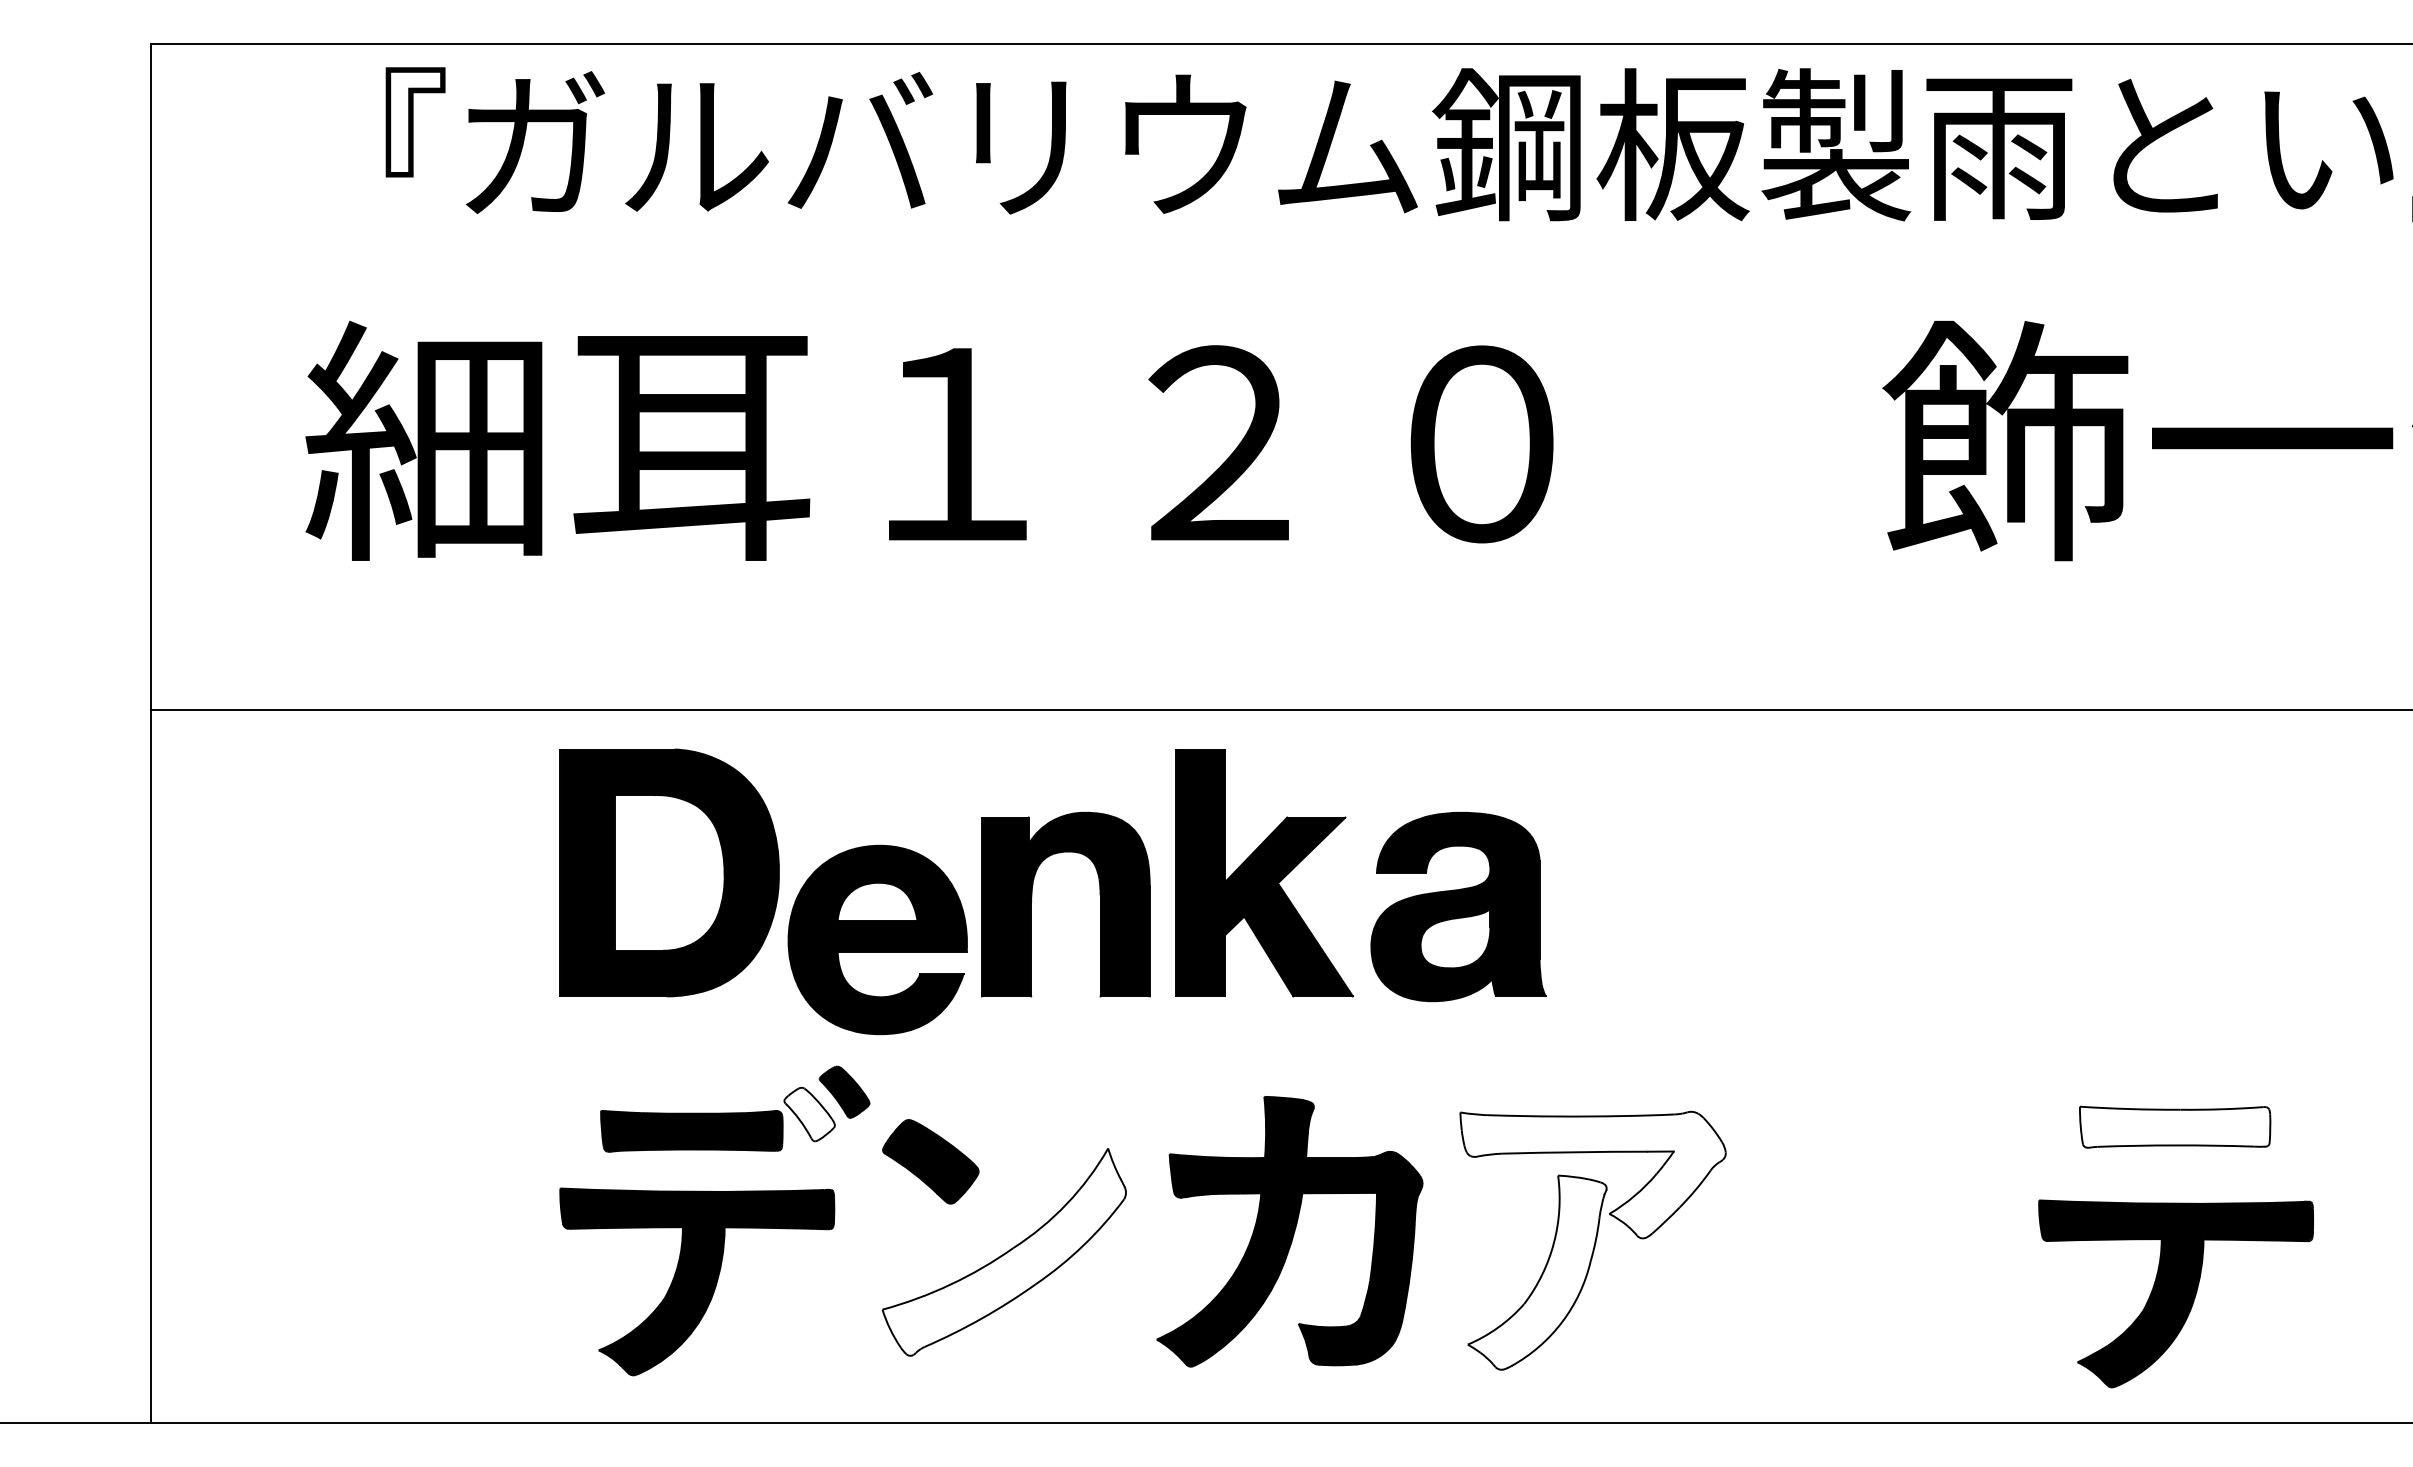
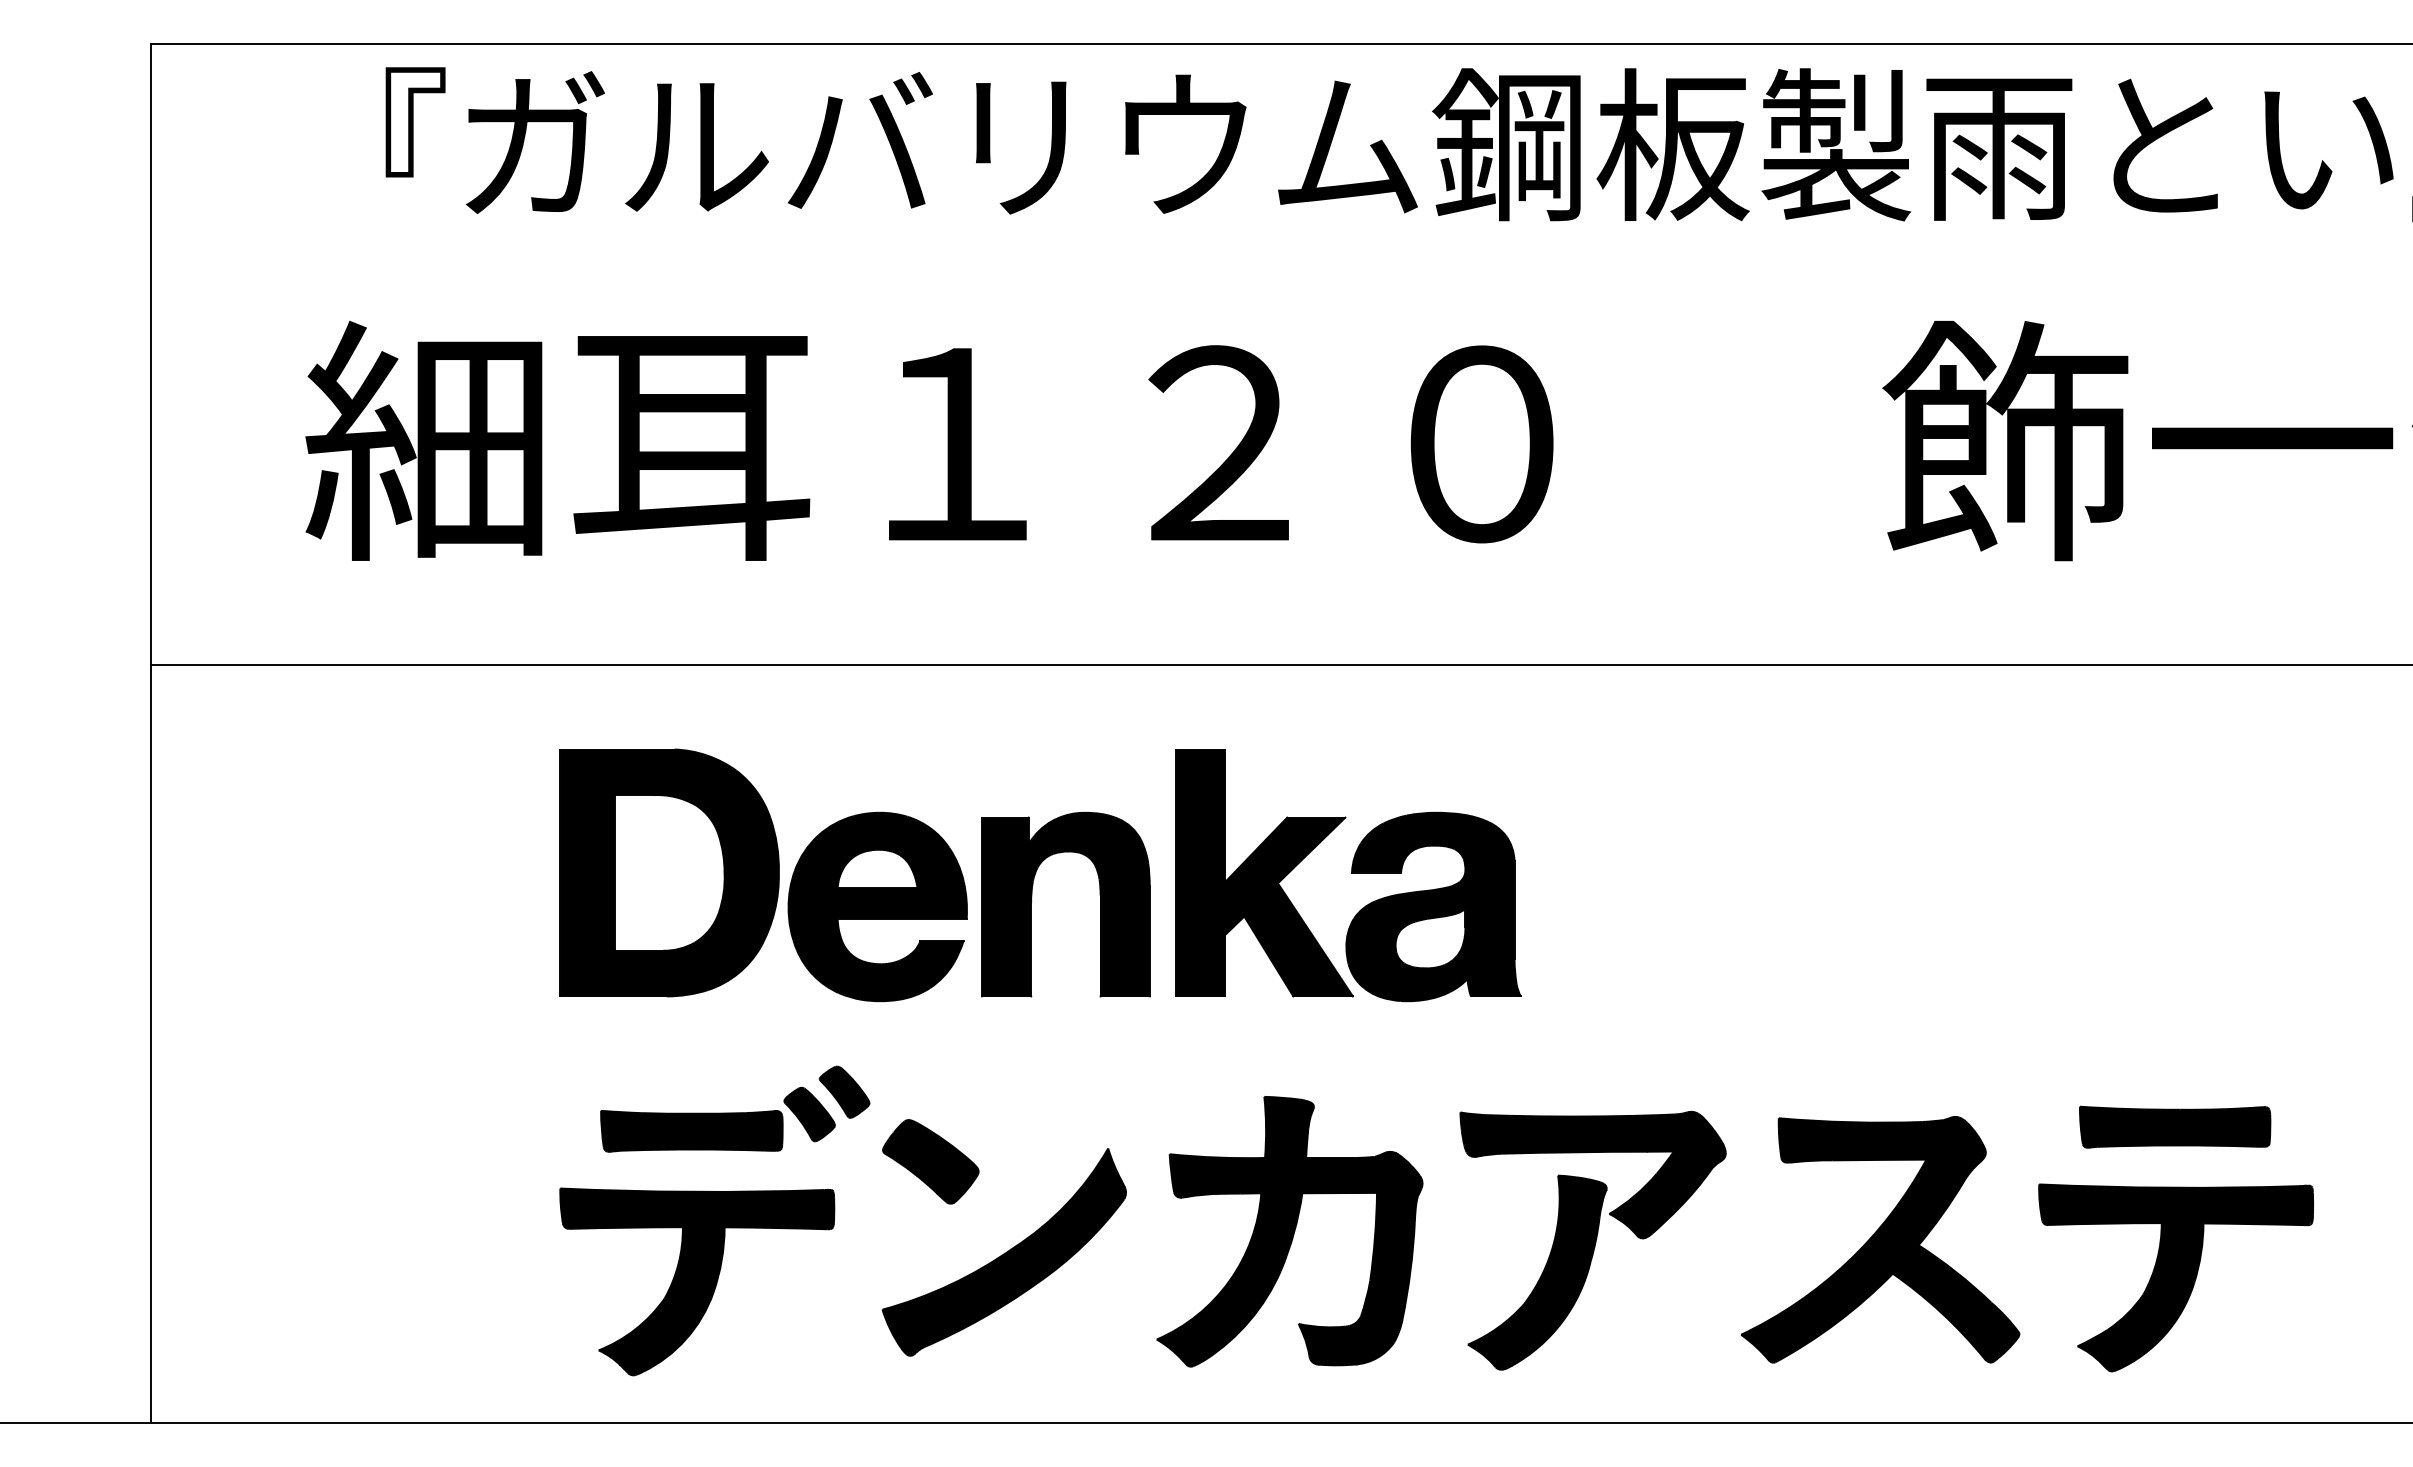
line at (1279, 709) position: (1279, 709) -> (1279, 664)
part at (1458, 906) position: (1458, 906) -> (1433, 906)
part at (877, 939) position: (877, 939) -> (877, 906)
fill at (809, 1114): none -> present
fill at (2174, 1126): none -> present
fill at (1592, 1174): none -> present
part at (1880, 1239): none -> present
fill at (1004, 1251): none -> present
fill at (1536, 1272): none -> present
part at (2175, 1293) position: (2175, 1293) -> (2175, 1277)
